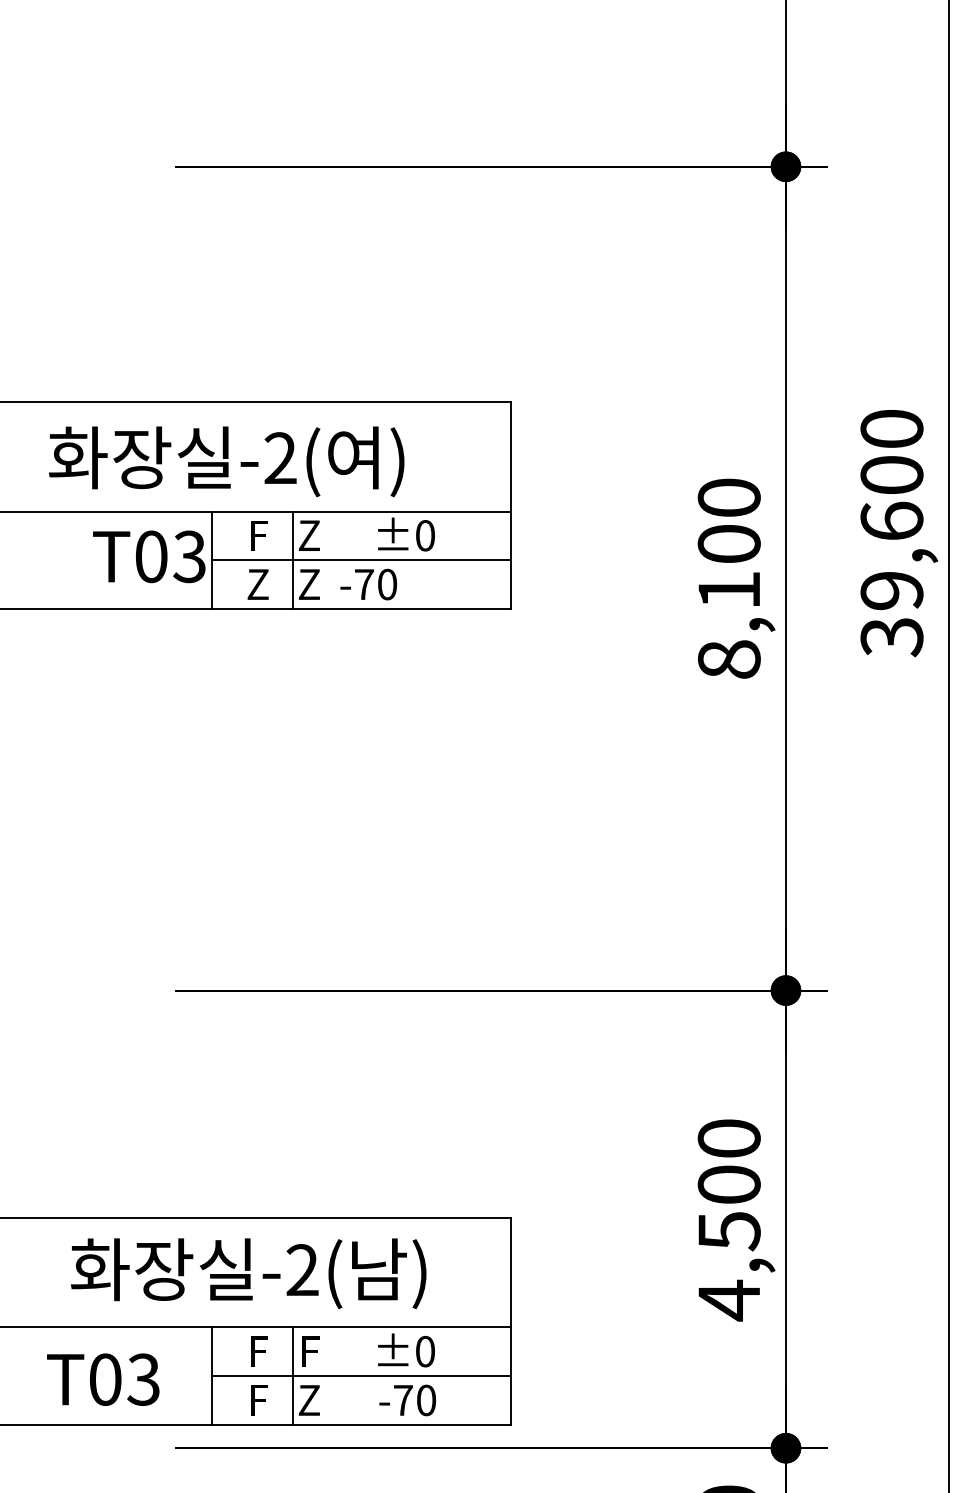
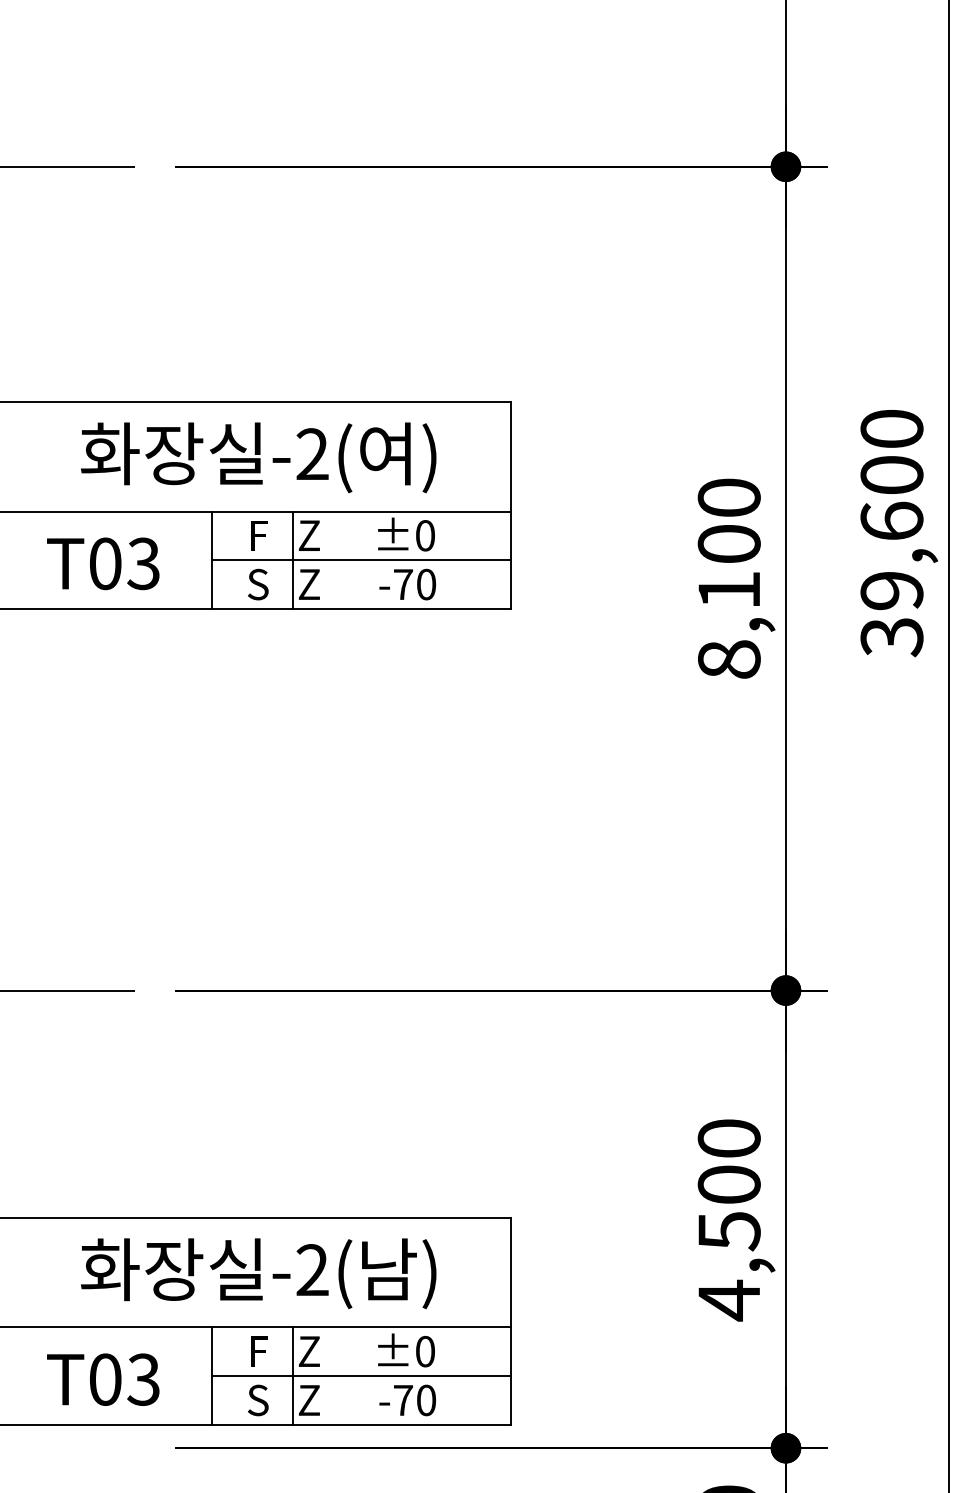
line at (68, 166): none -> present
text at (226, 461) position: (226, 461) -> (258, 457)
text at (149, 556) position: (149, 556) -> (103, 563)
text at (257, 584): Z -> S
text at (368, 584) position: (368, 584) -> (407, 584)
line at (68, 990): none -> present
text at (248, 1273) position: (248, 1273) -> (258, 1273)
text at (308, 1351): F -> Z
text at (258, 1400): F -> S
